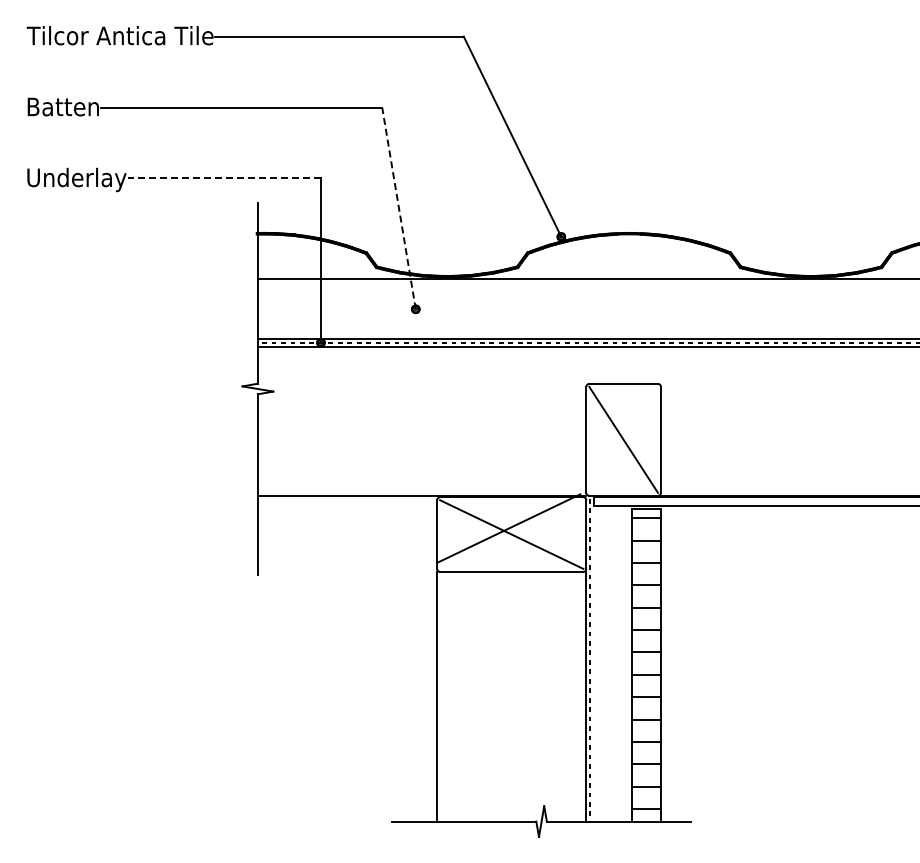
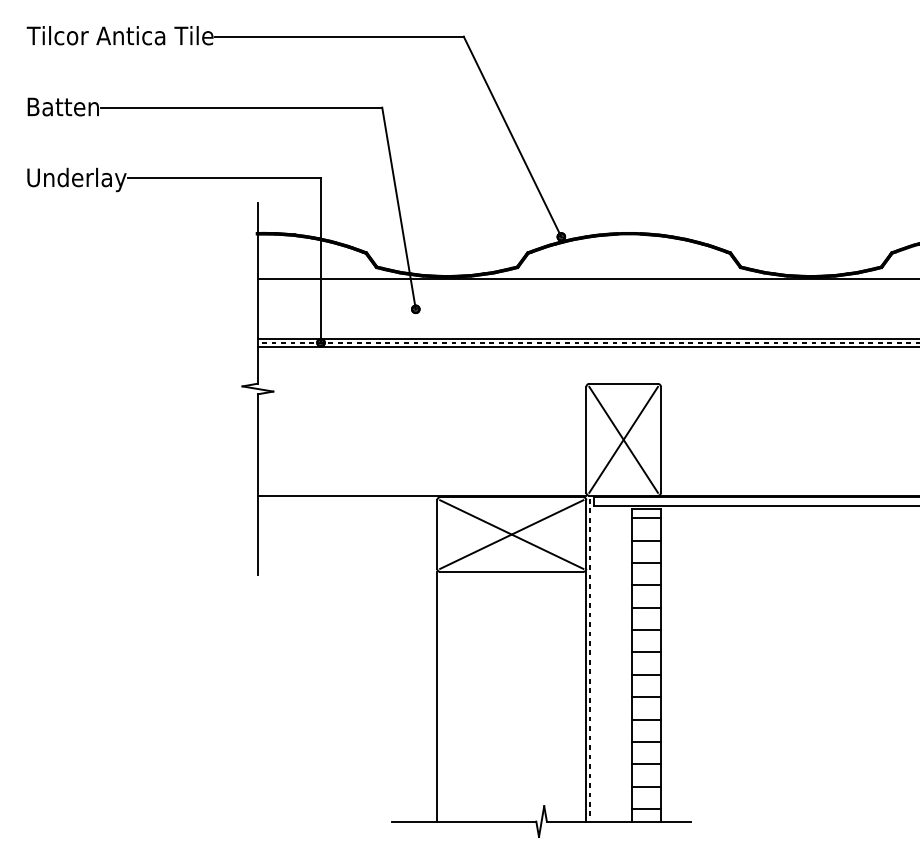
line at (224, 178): dashed -> solid
line at (398, 208): dashed -> solid
line at (623, 439): none -> present
line at (508, 528) position: (508, 528) -> (511, 534)
